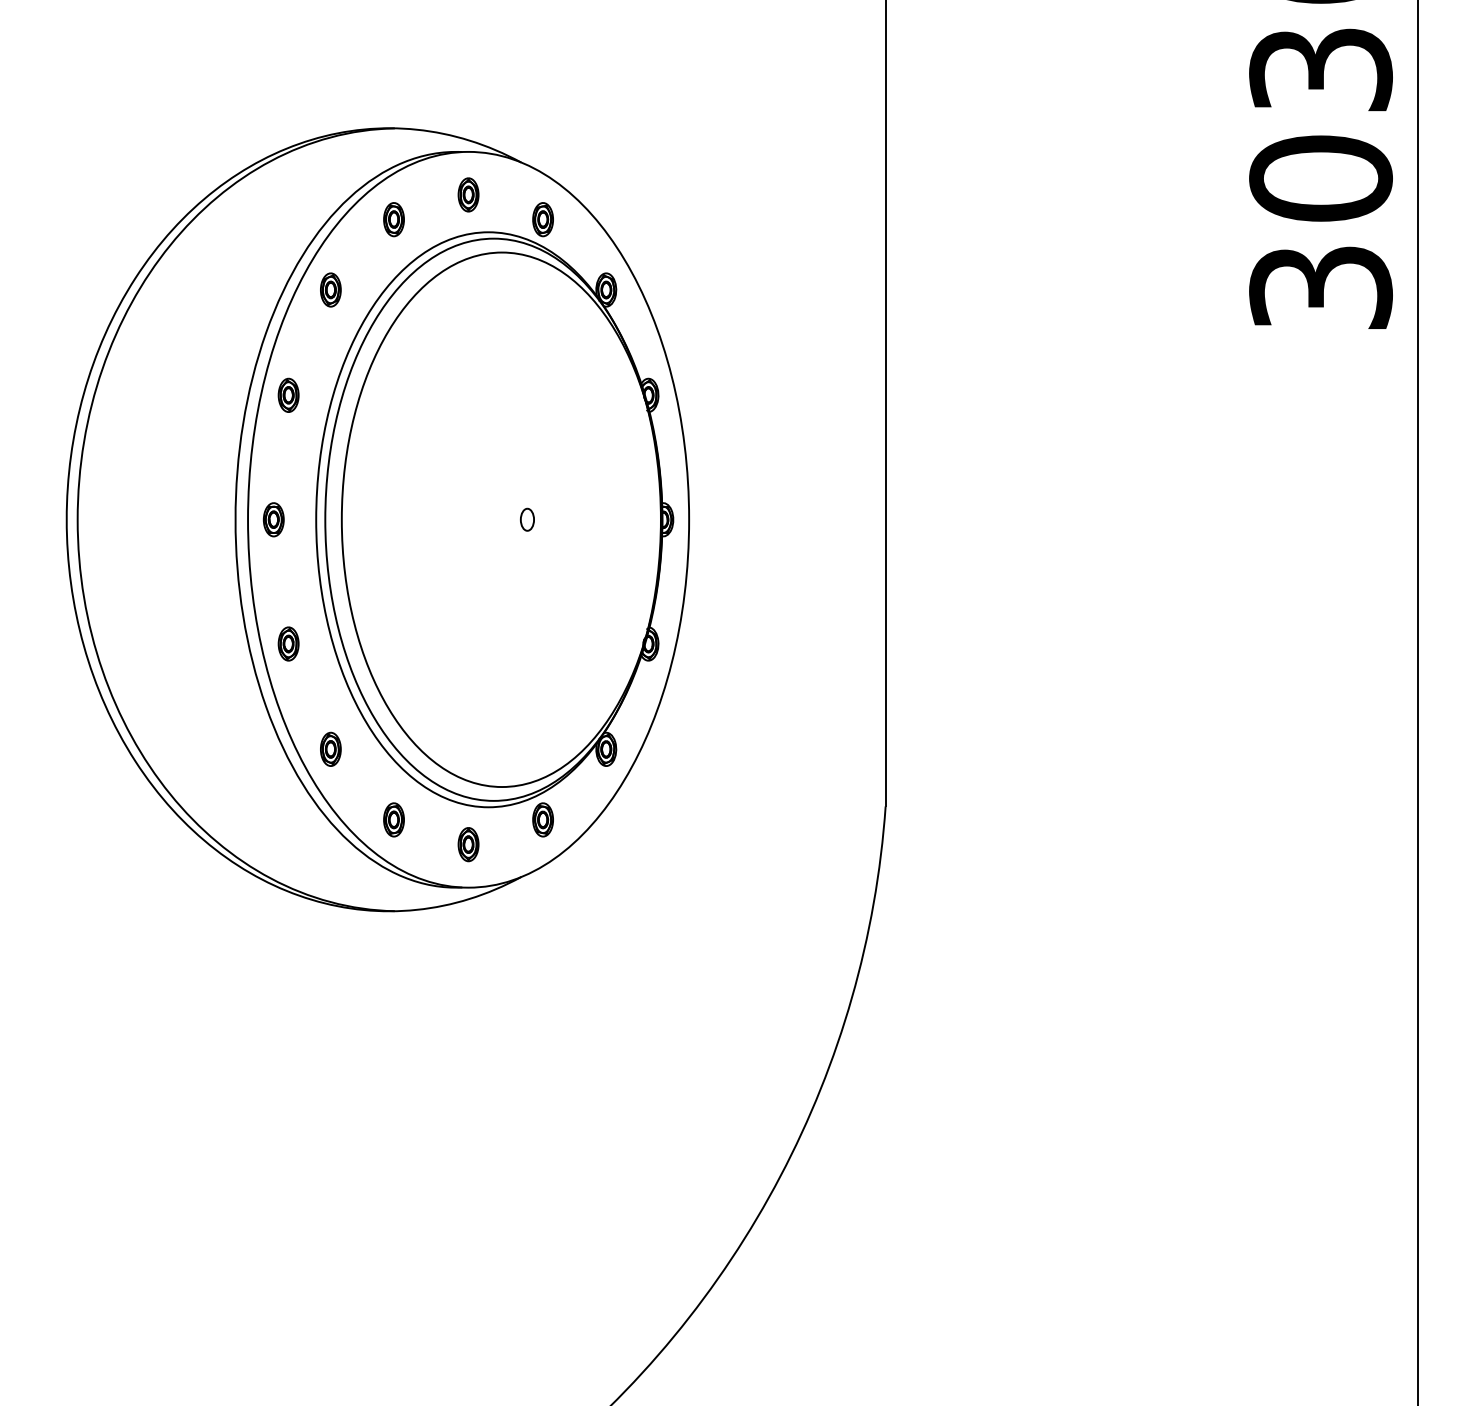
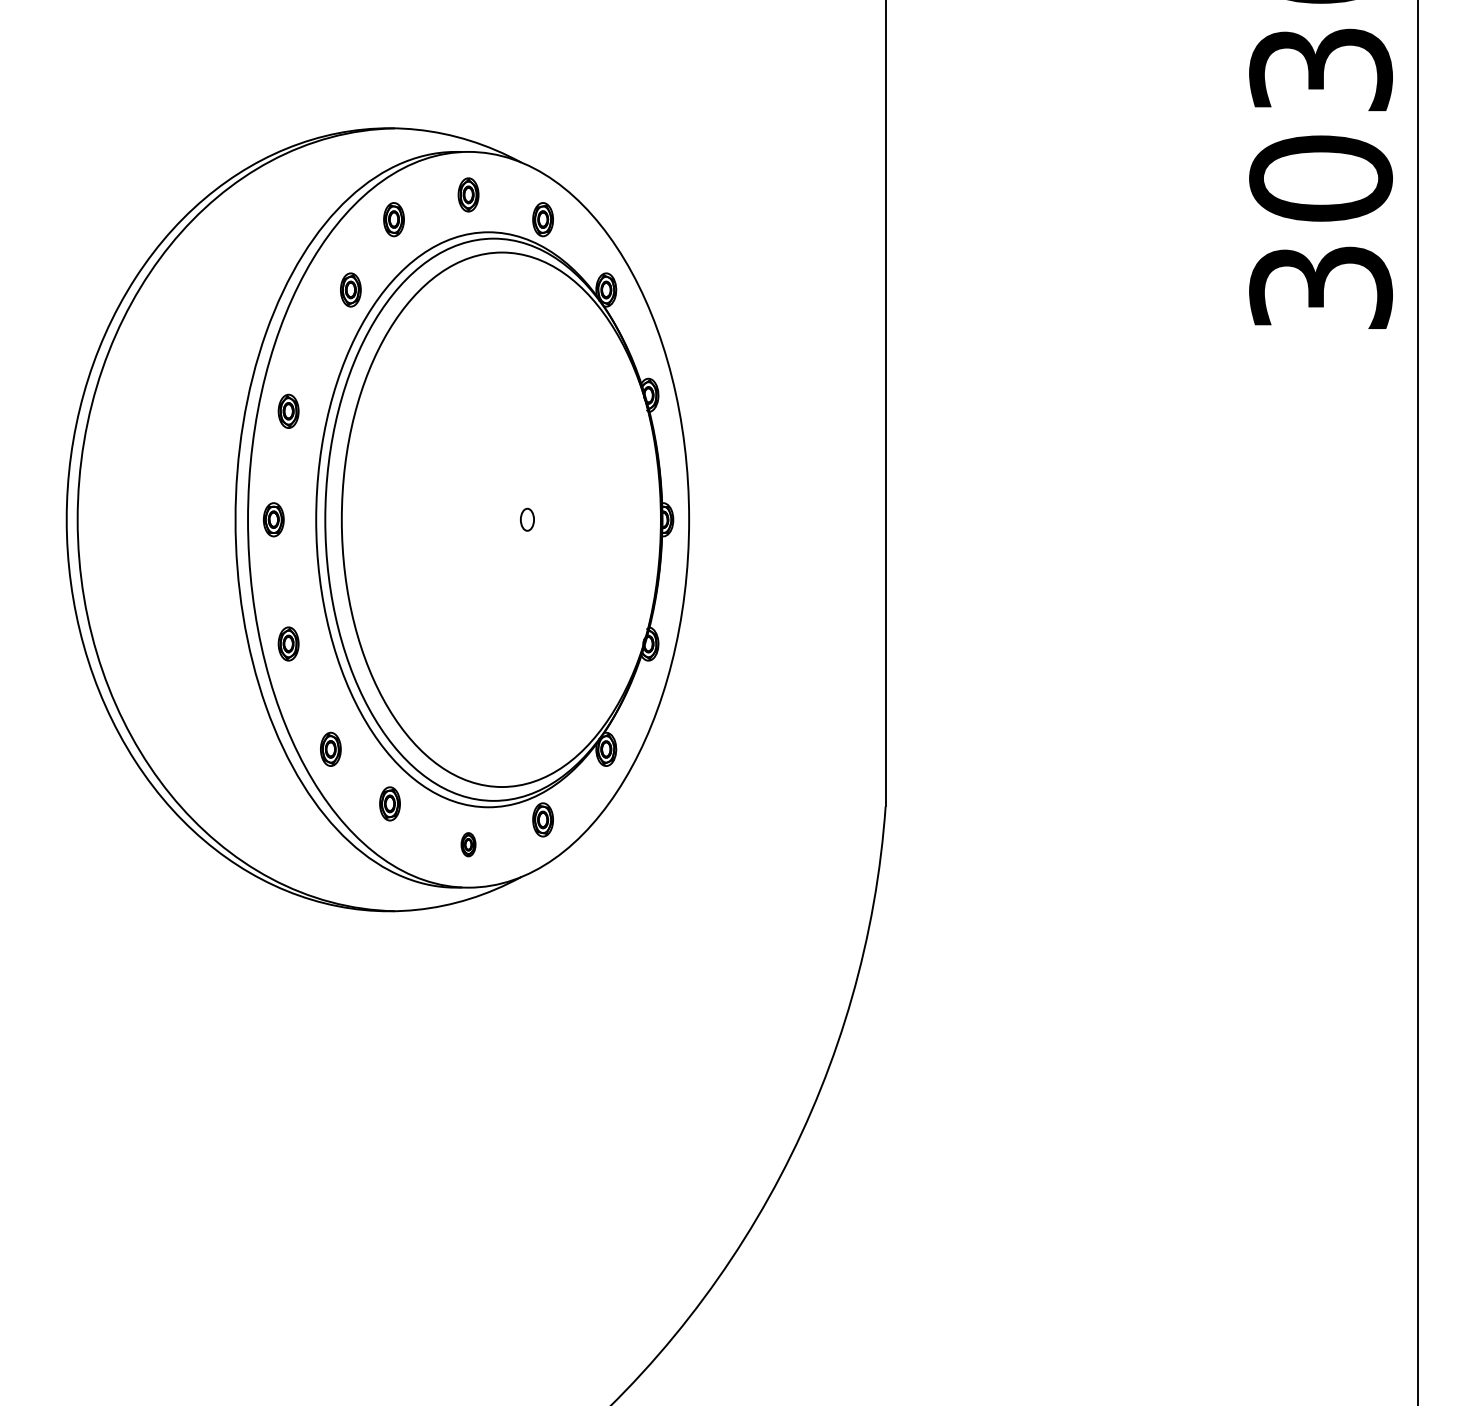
part at (330, 289) position: (330, 289) -> (350, 289)
part at (288, 394) position: (288, 394) -> (288, 410)
part at (393, 819) position: (393, 819) -> (389, 803)
part at (468, 844) size: 23x36 px -> 17x26 px
